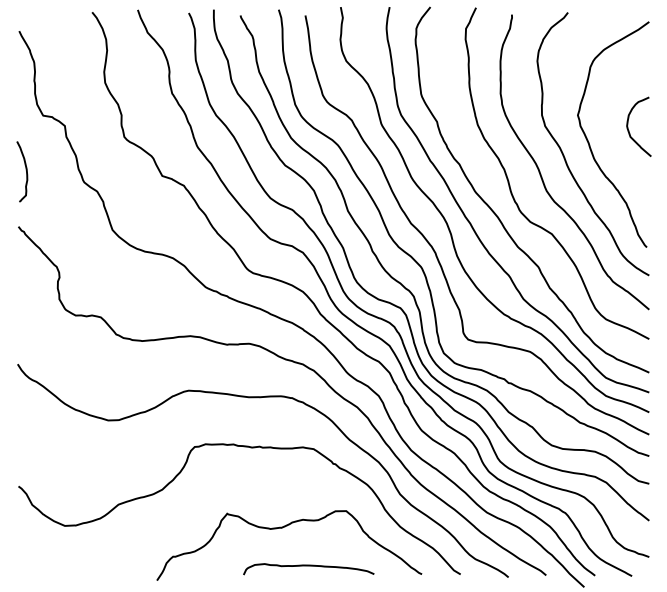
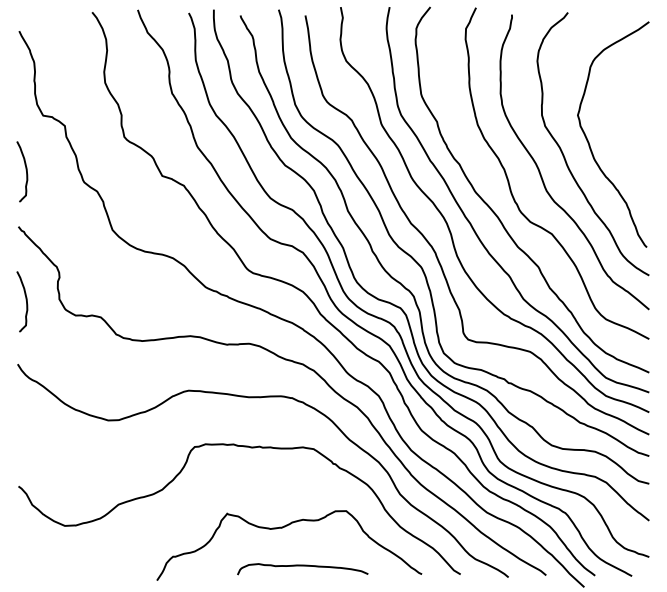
curve at (629, 130): present -> none
curve at (25, 300): none -> present
curve at (308, 566) position: (308, 566) -> (302, 566)
